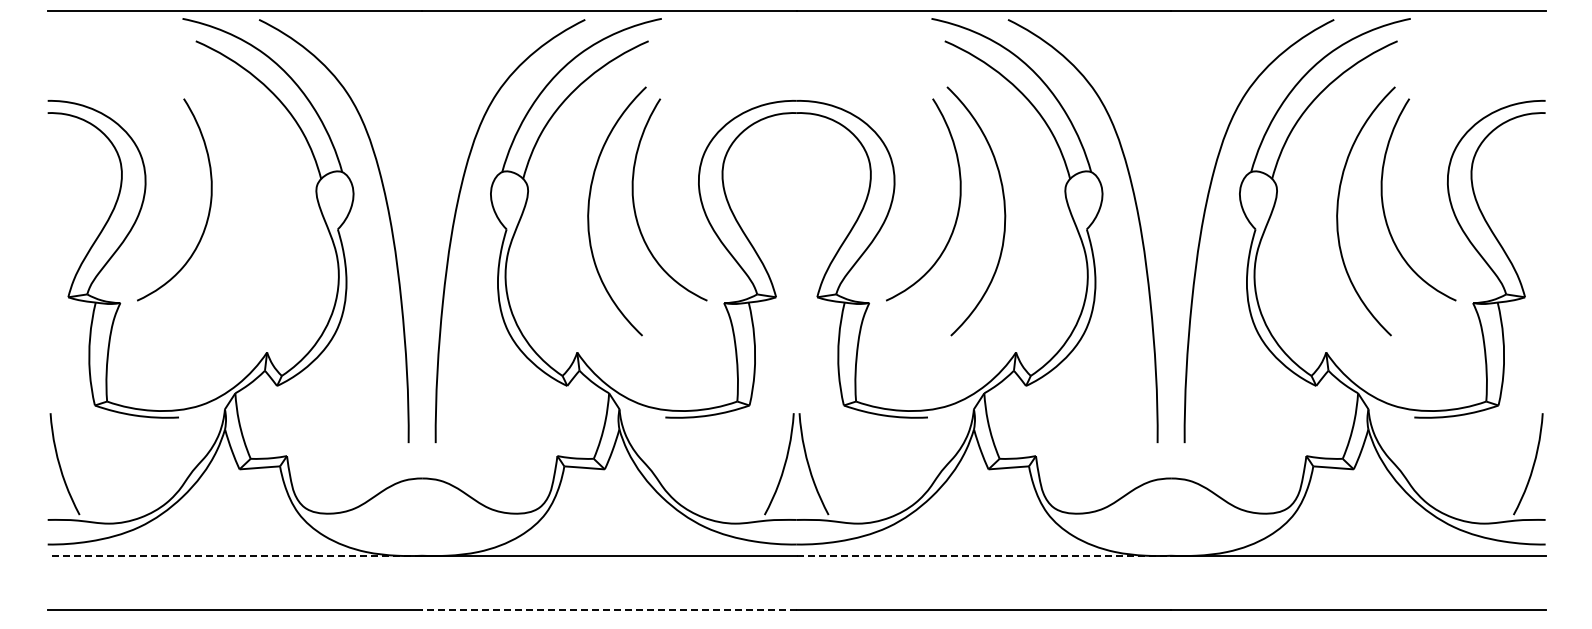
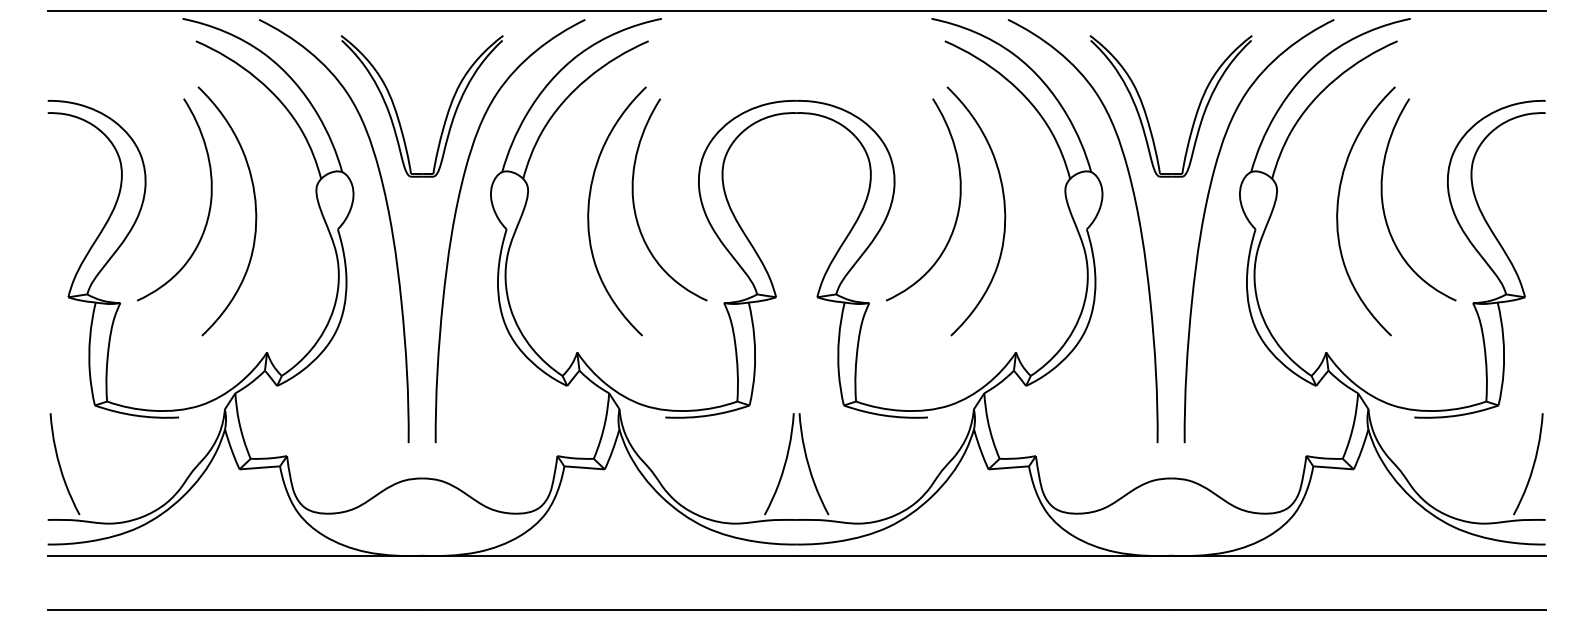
part at (398, 115): none -> present
part at (1147, 115): none -> present
curve at (254, 206): none -> present
line at (234, 555): dashed -> solid
line at (984, 555): dashed -> solid
line at (608, 610): dashed -> solid
